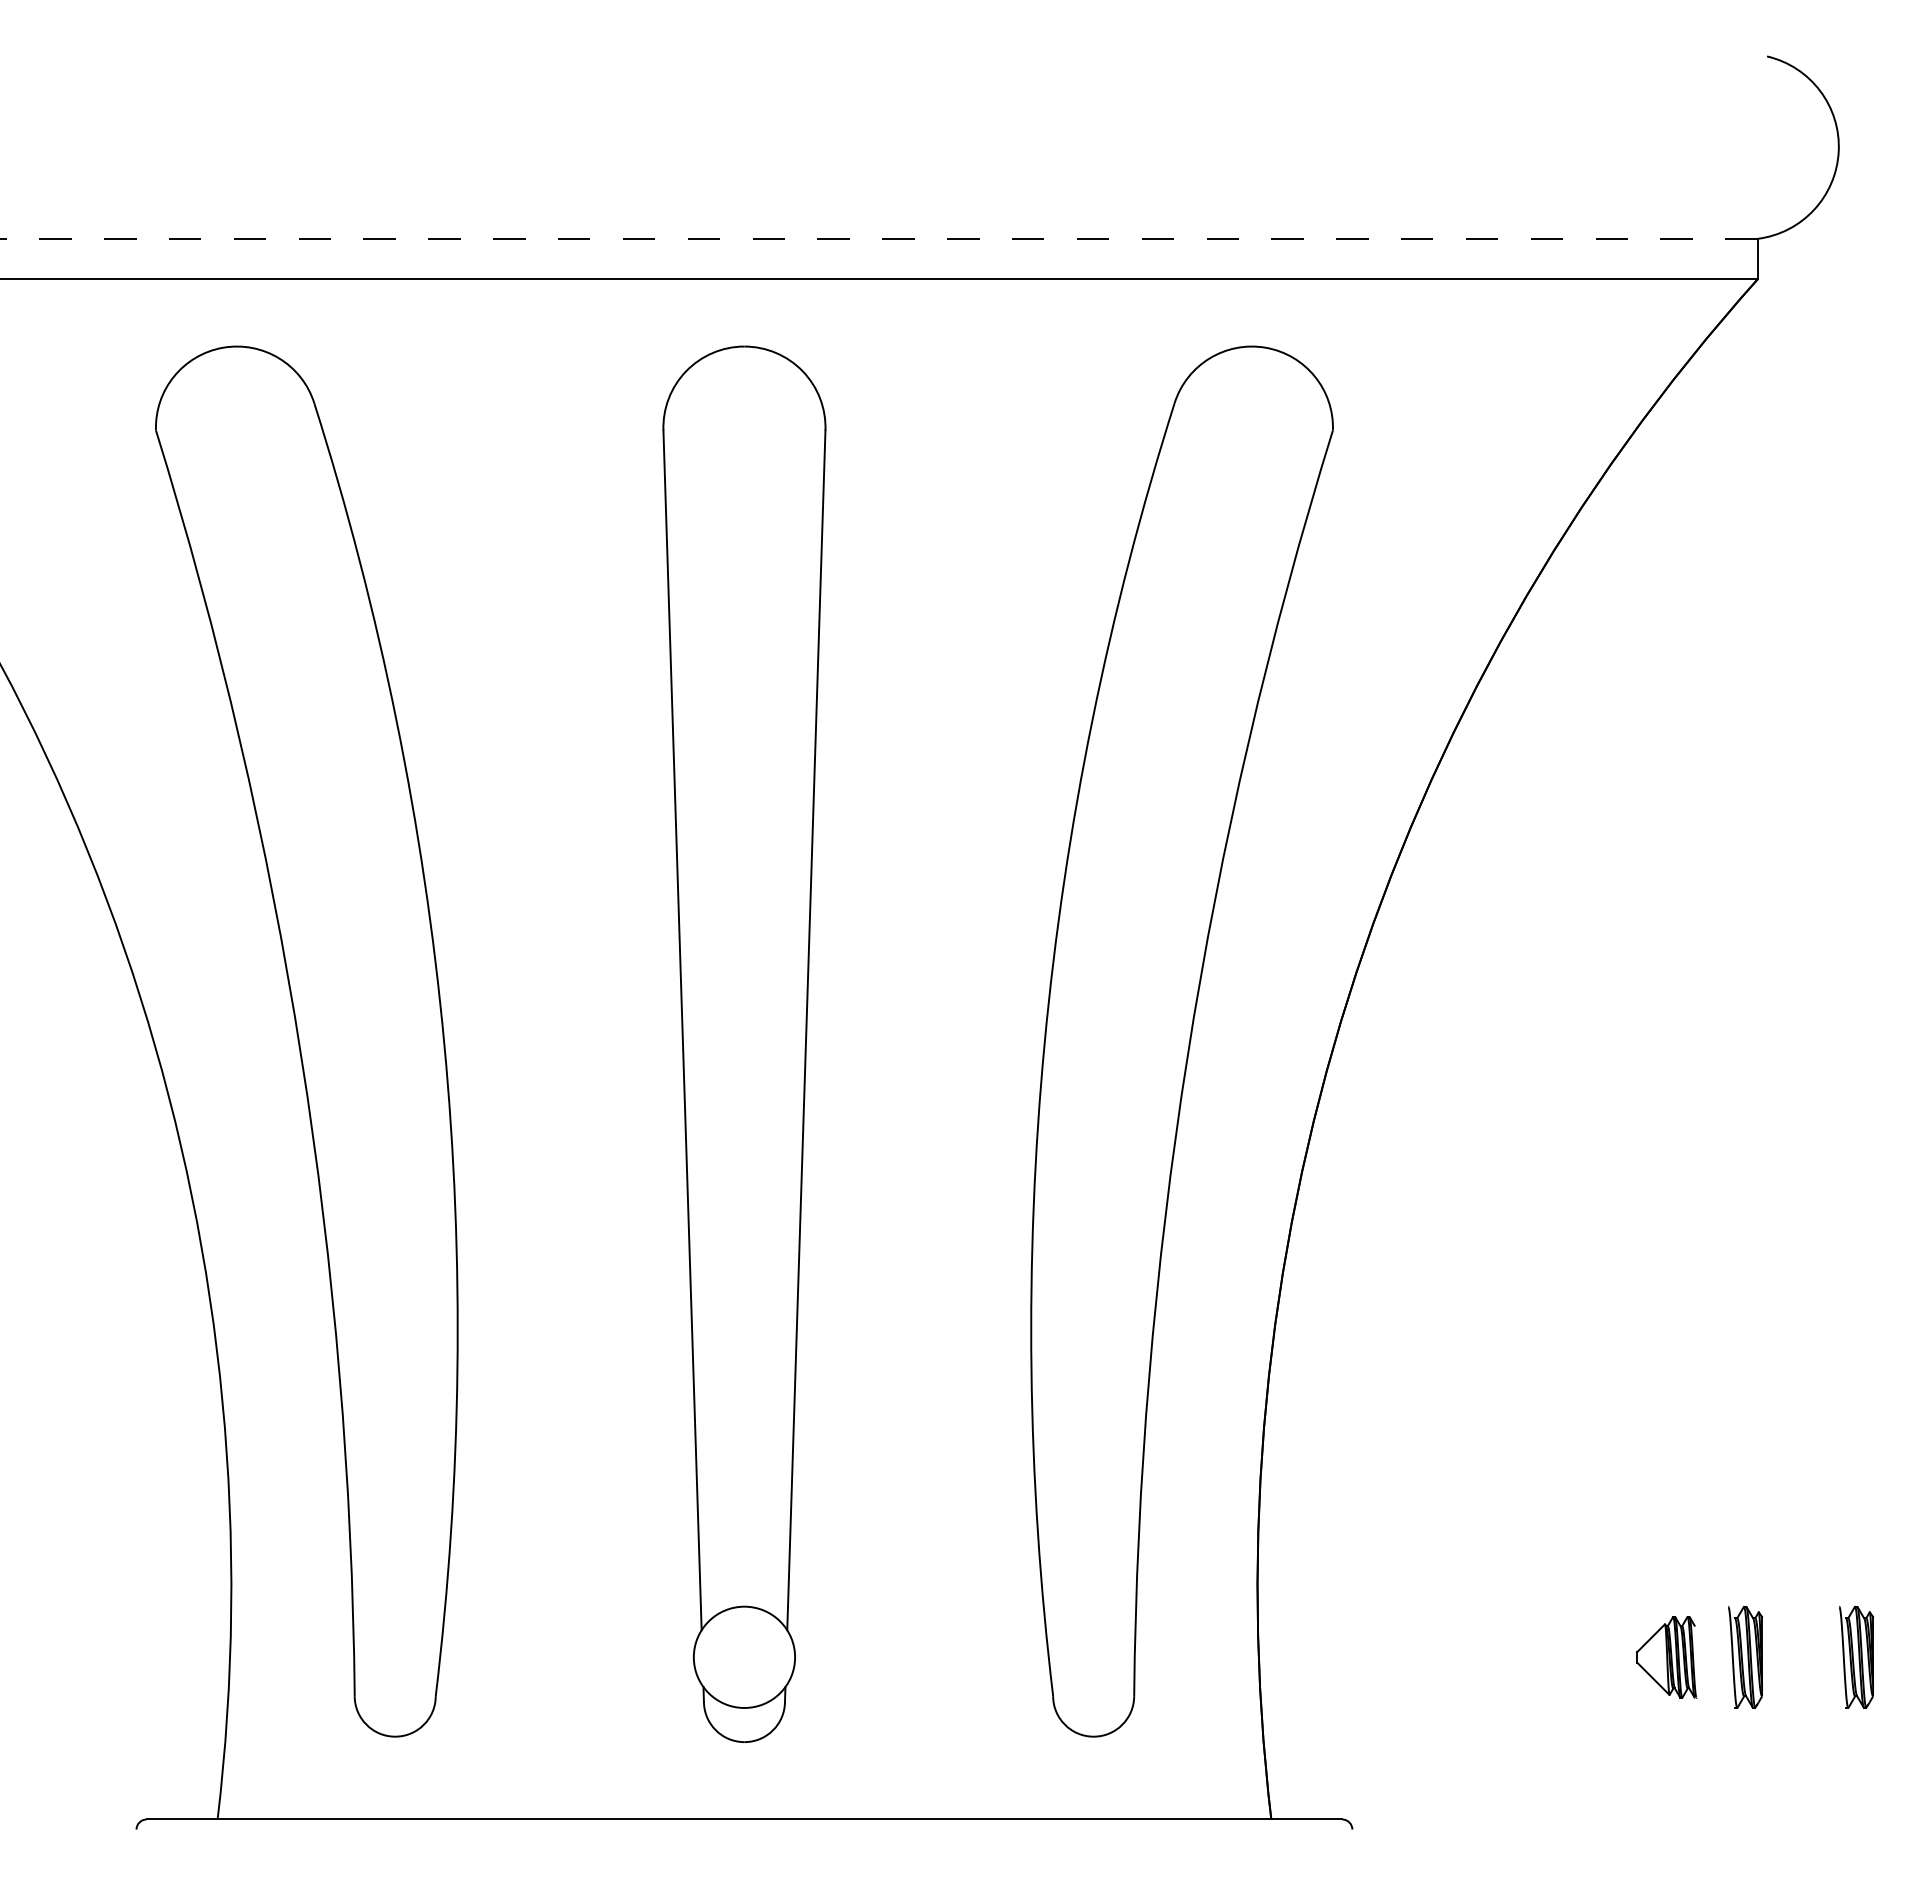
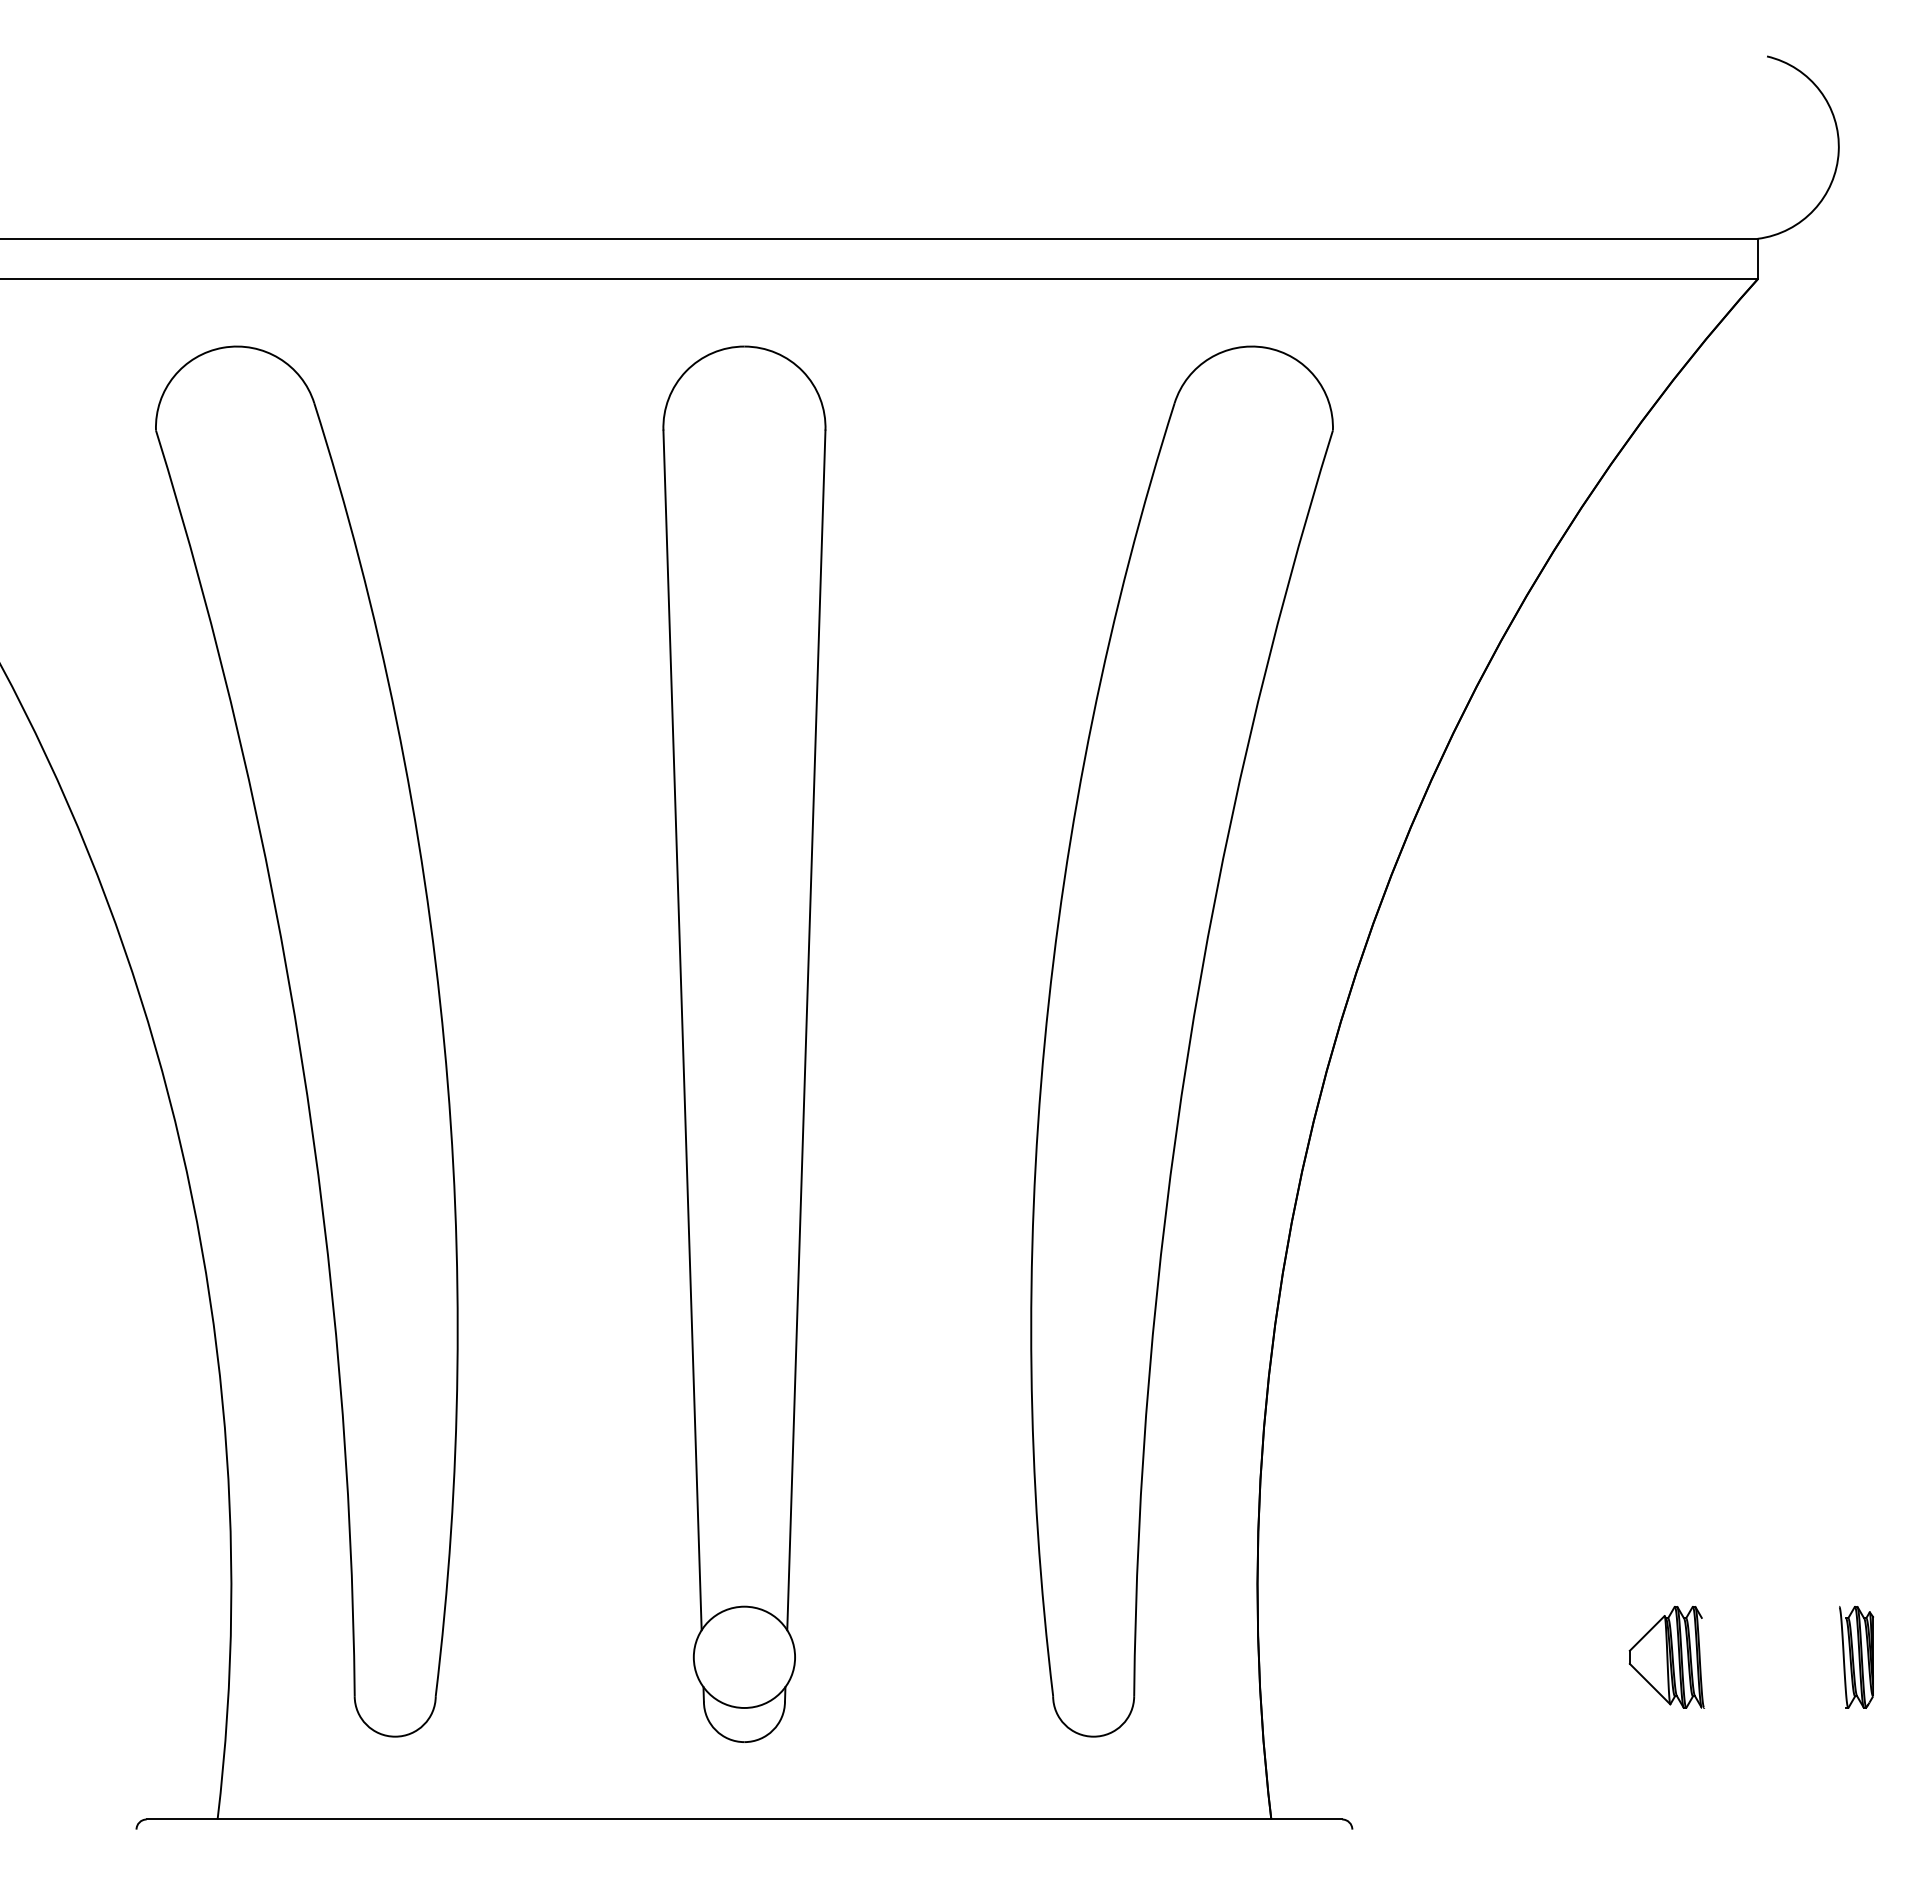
line at (878, 238): dashed -> solid
part at (1666, 1657) size: 62x83 px -> 77x103 px
part at (1745, 1657): present -> none
